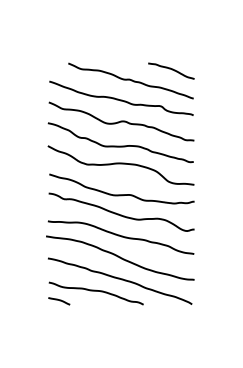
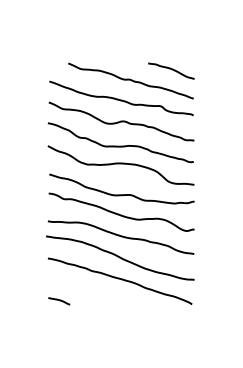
curve at (95, 291): present -> none
